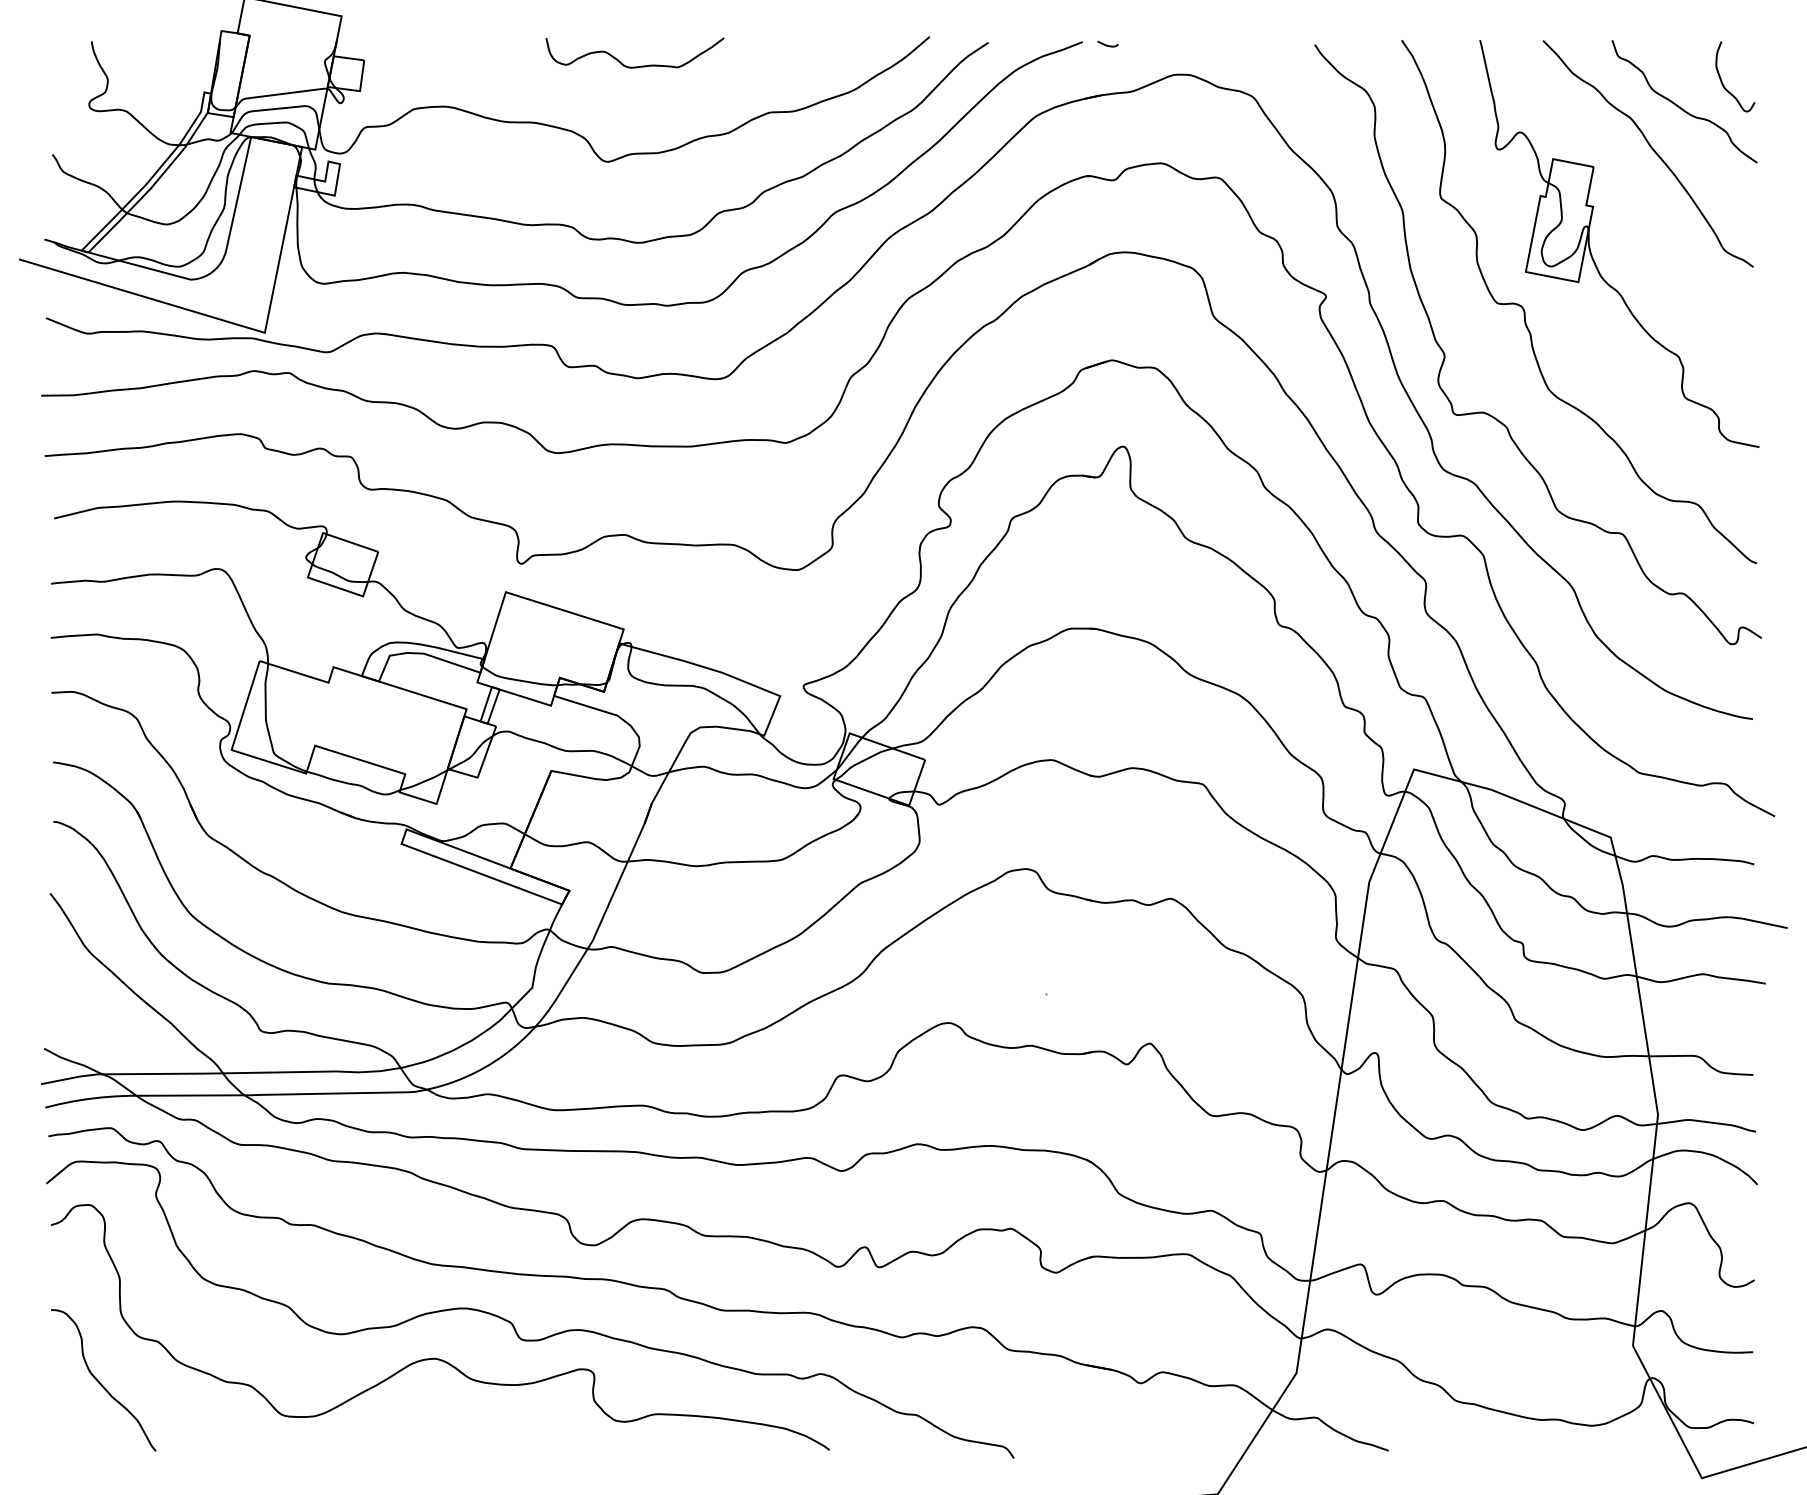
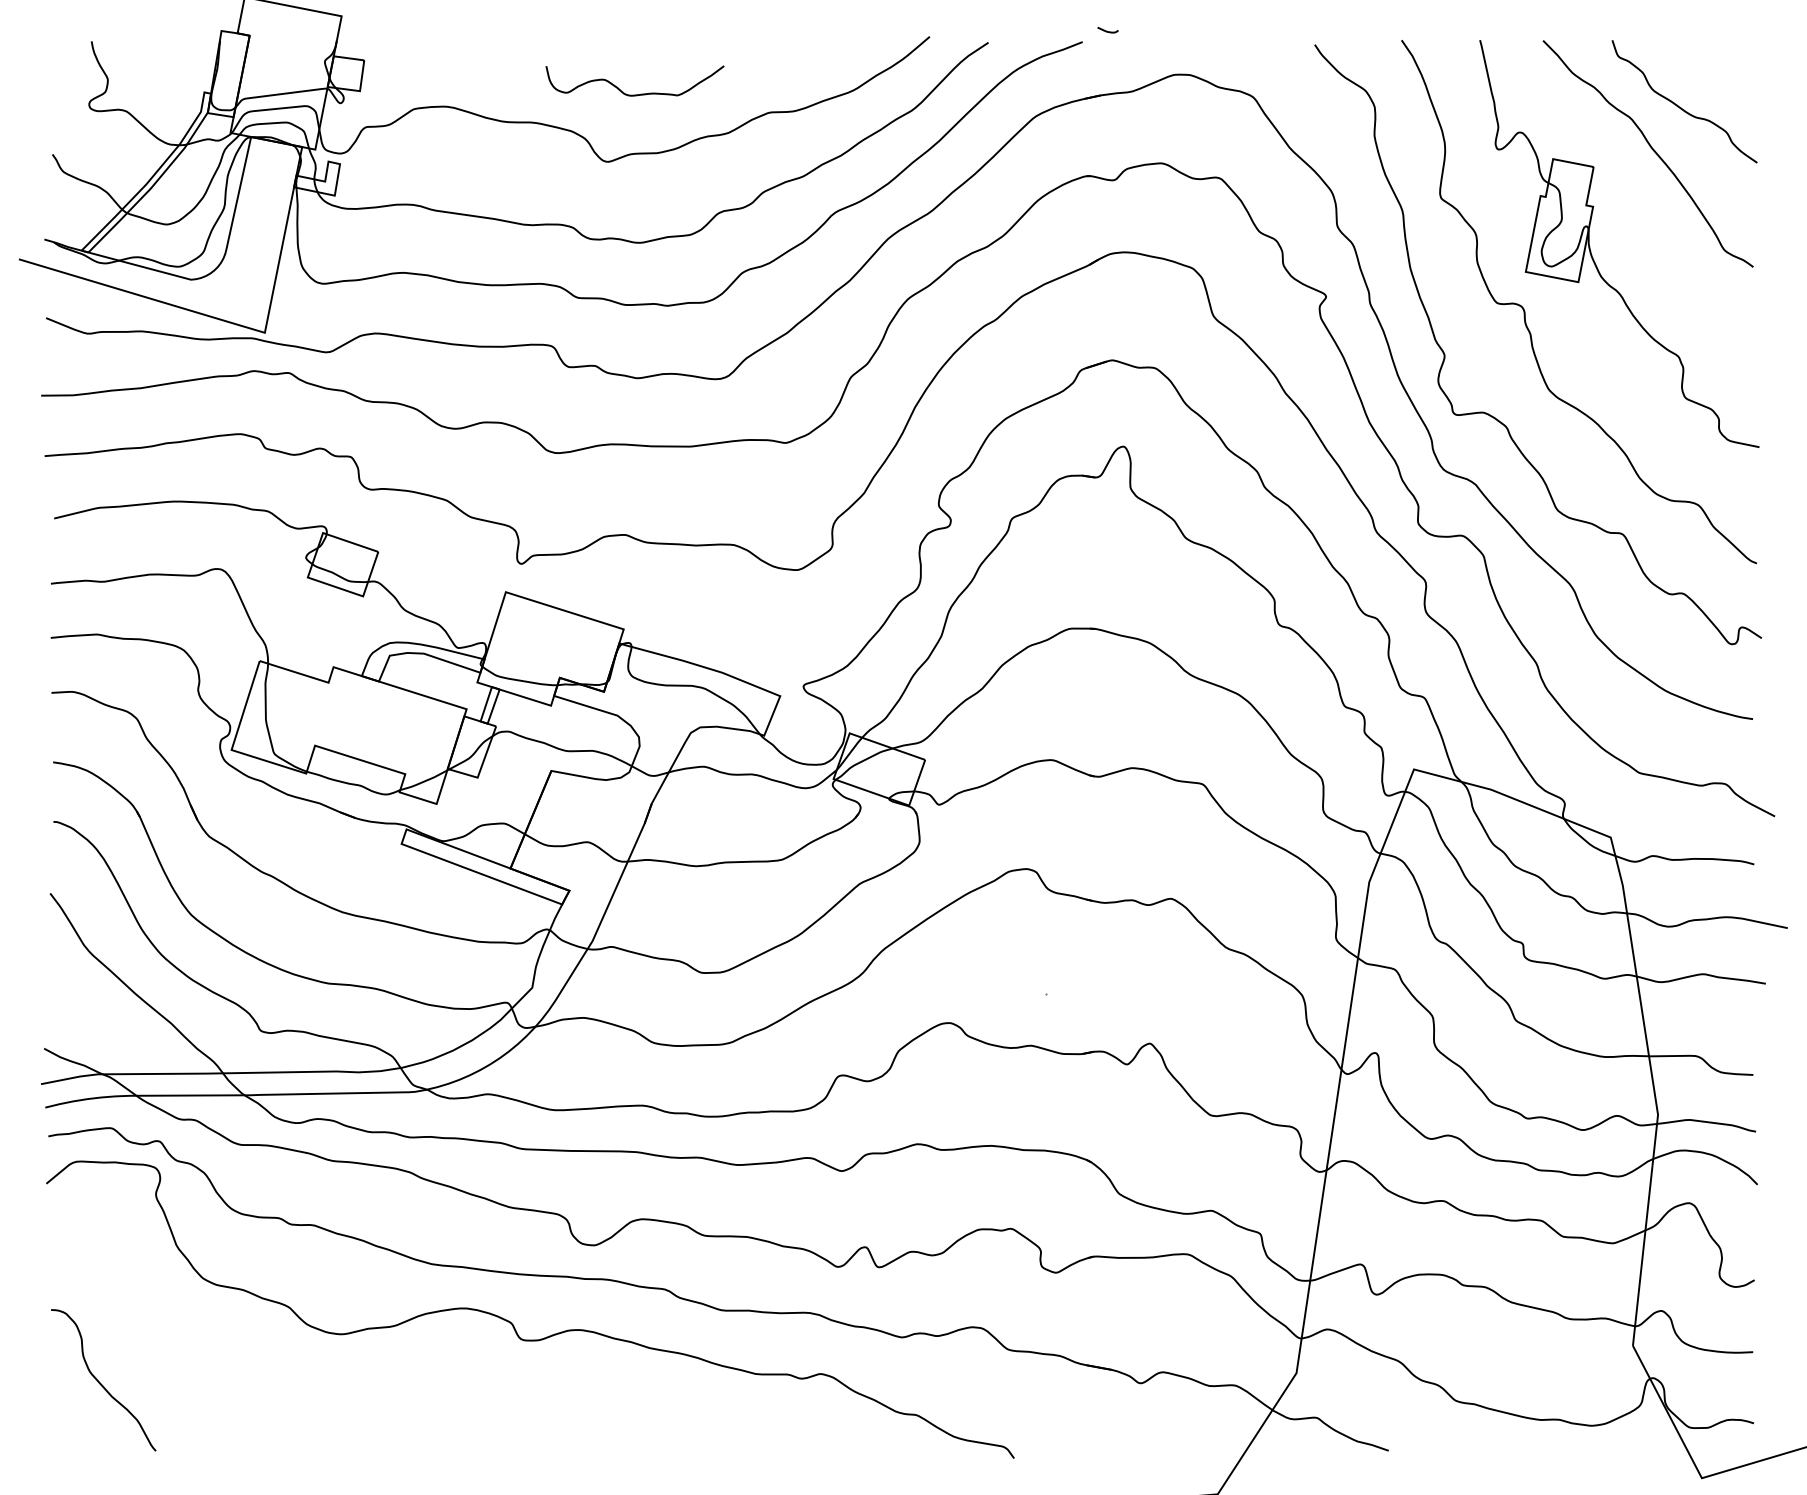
curve at (1107, 44) position: (1107, 44) -> (1107, 30)
curve at (634, 66) position: (634, 66) -> (634, 94)
curve at (1723, 83): present -> none
curve at (434, 1357): present -> none
